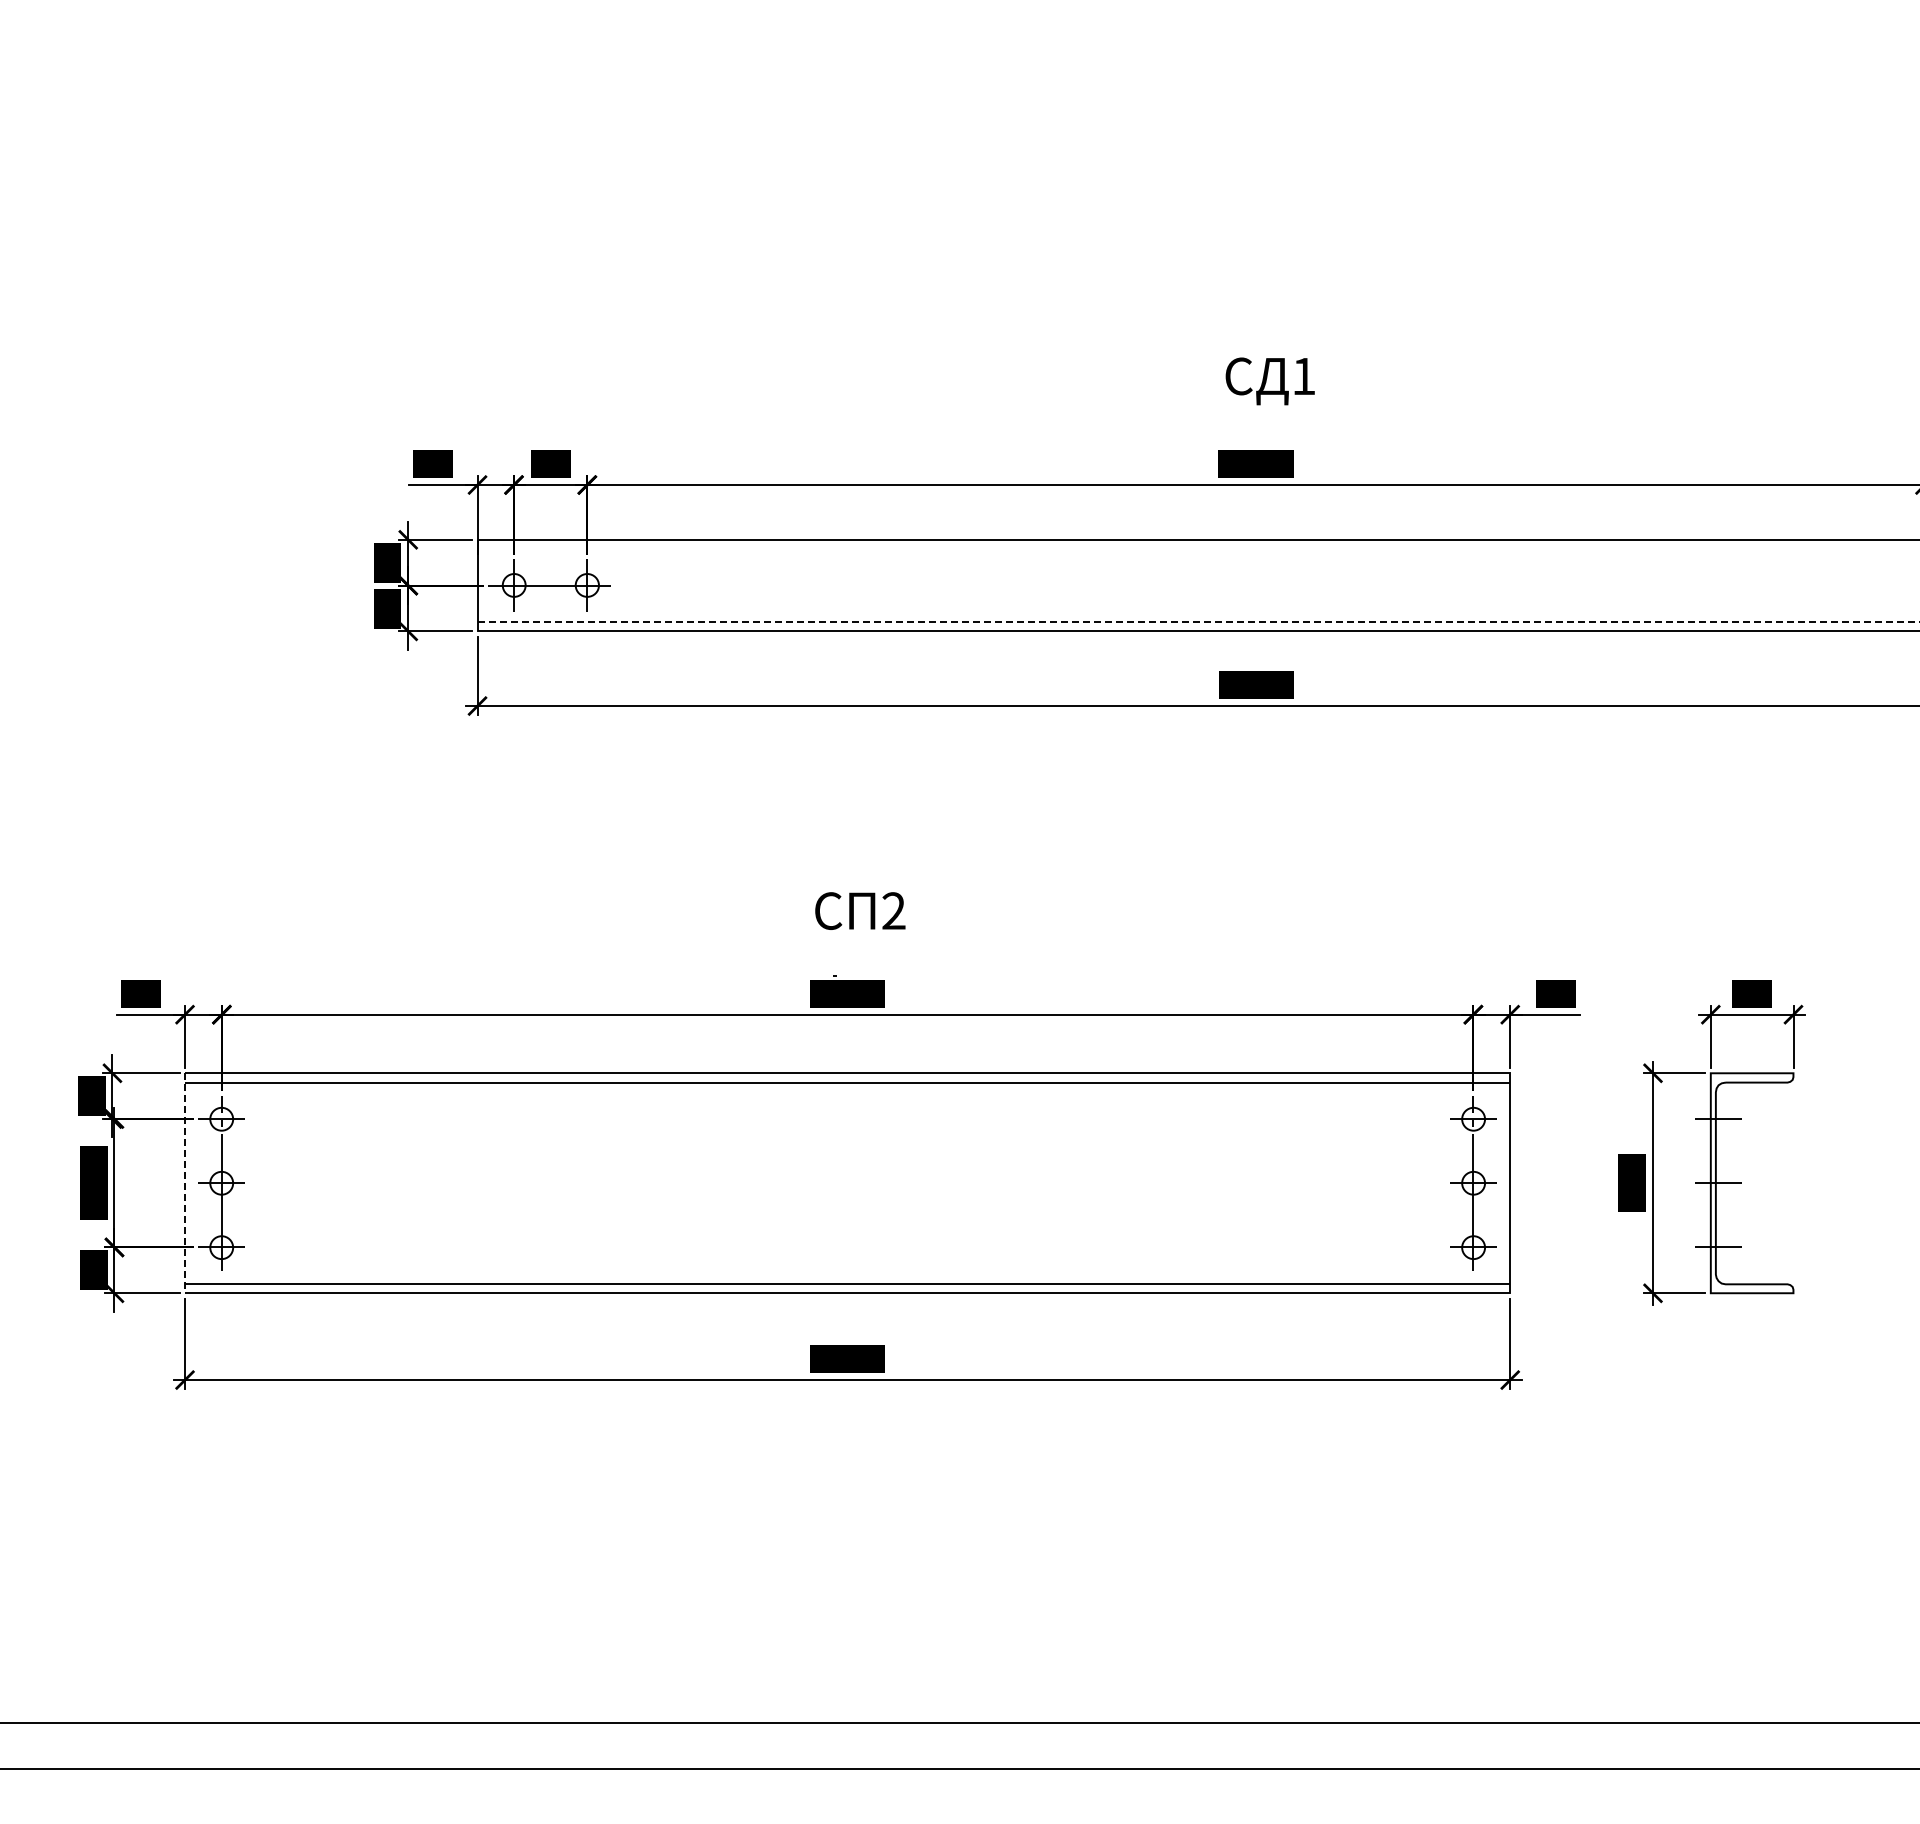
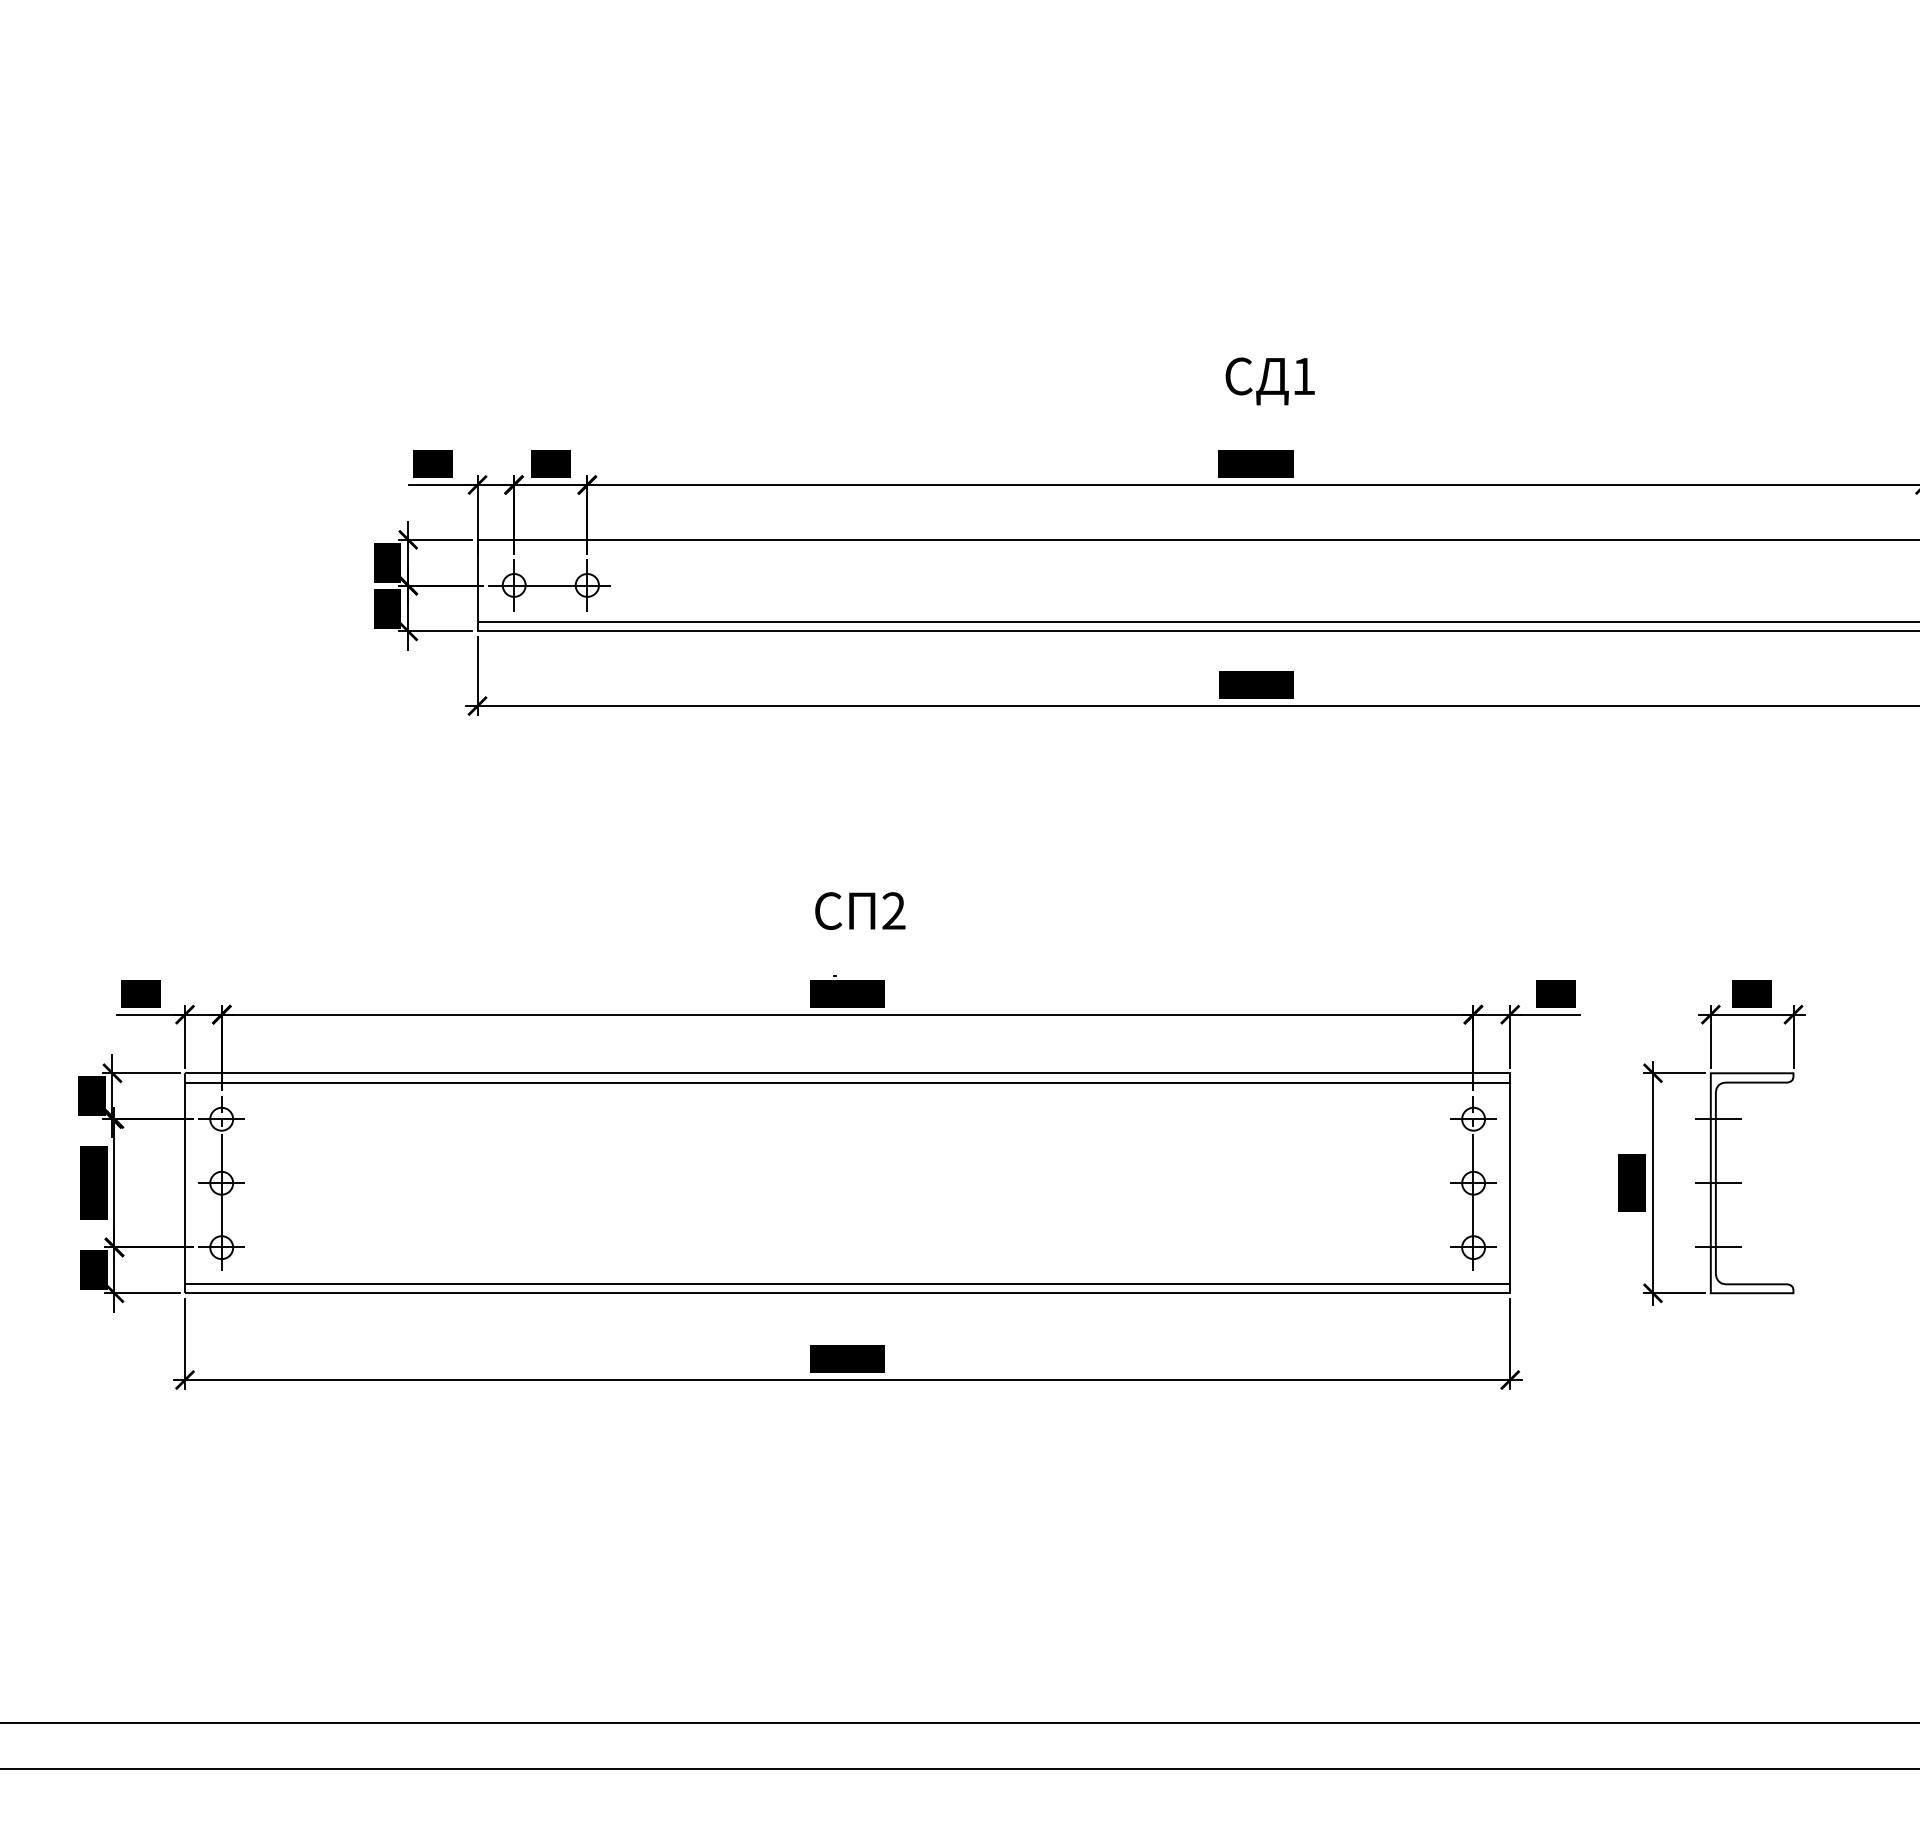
line at (1198, 622): dashed -> solid
line at (185, 1183): dashed -> solid
